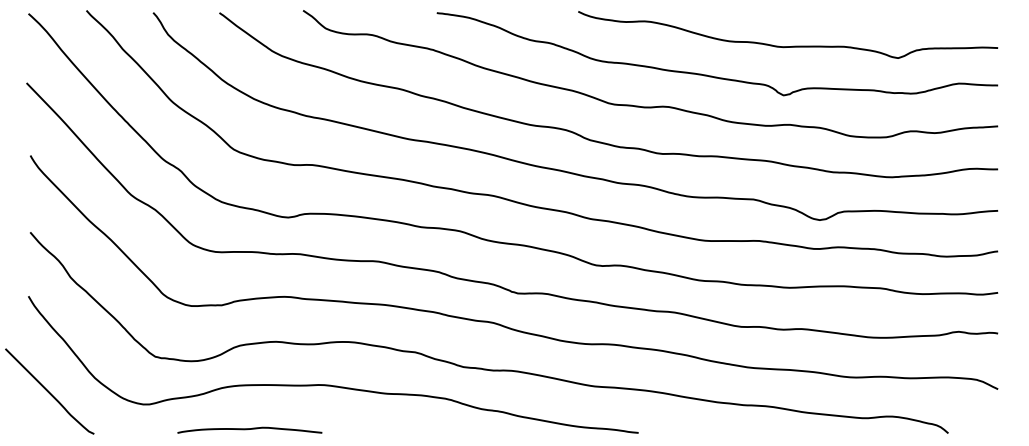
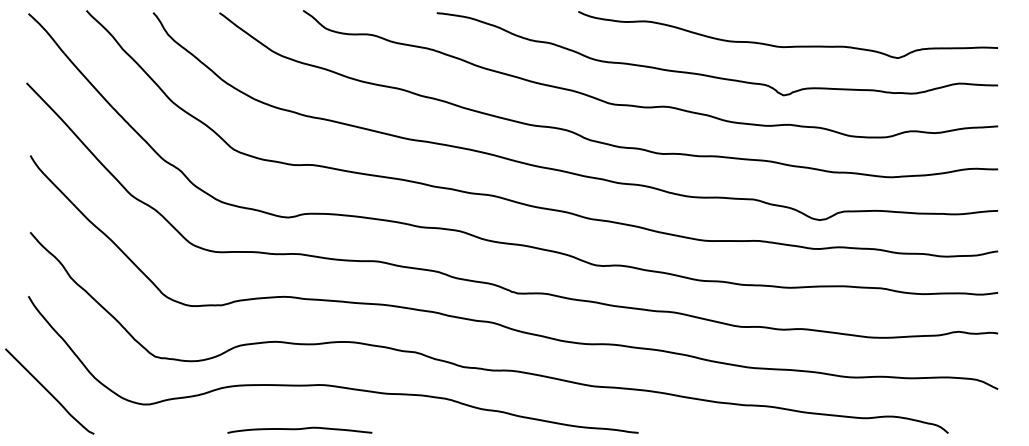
curve at (249, 429) position: (249, 429) -> (299, 429)
